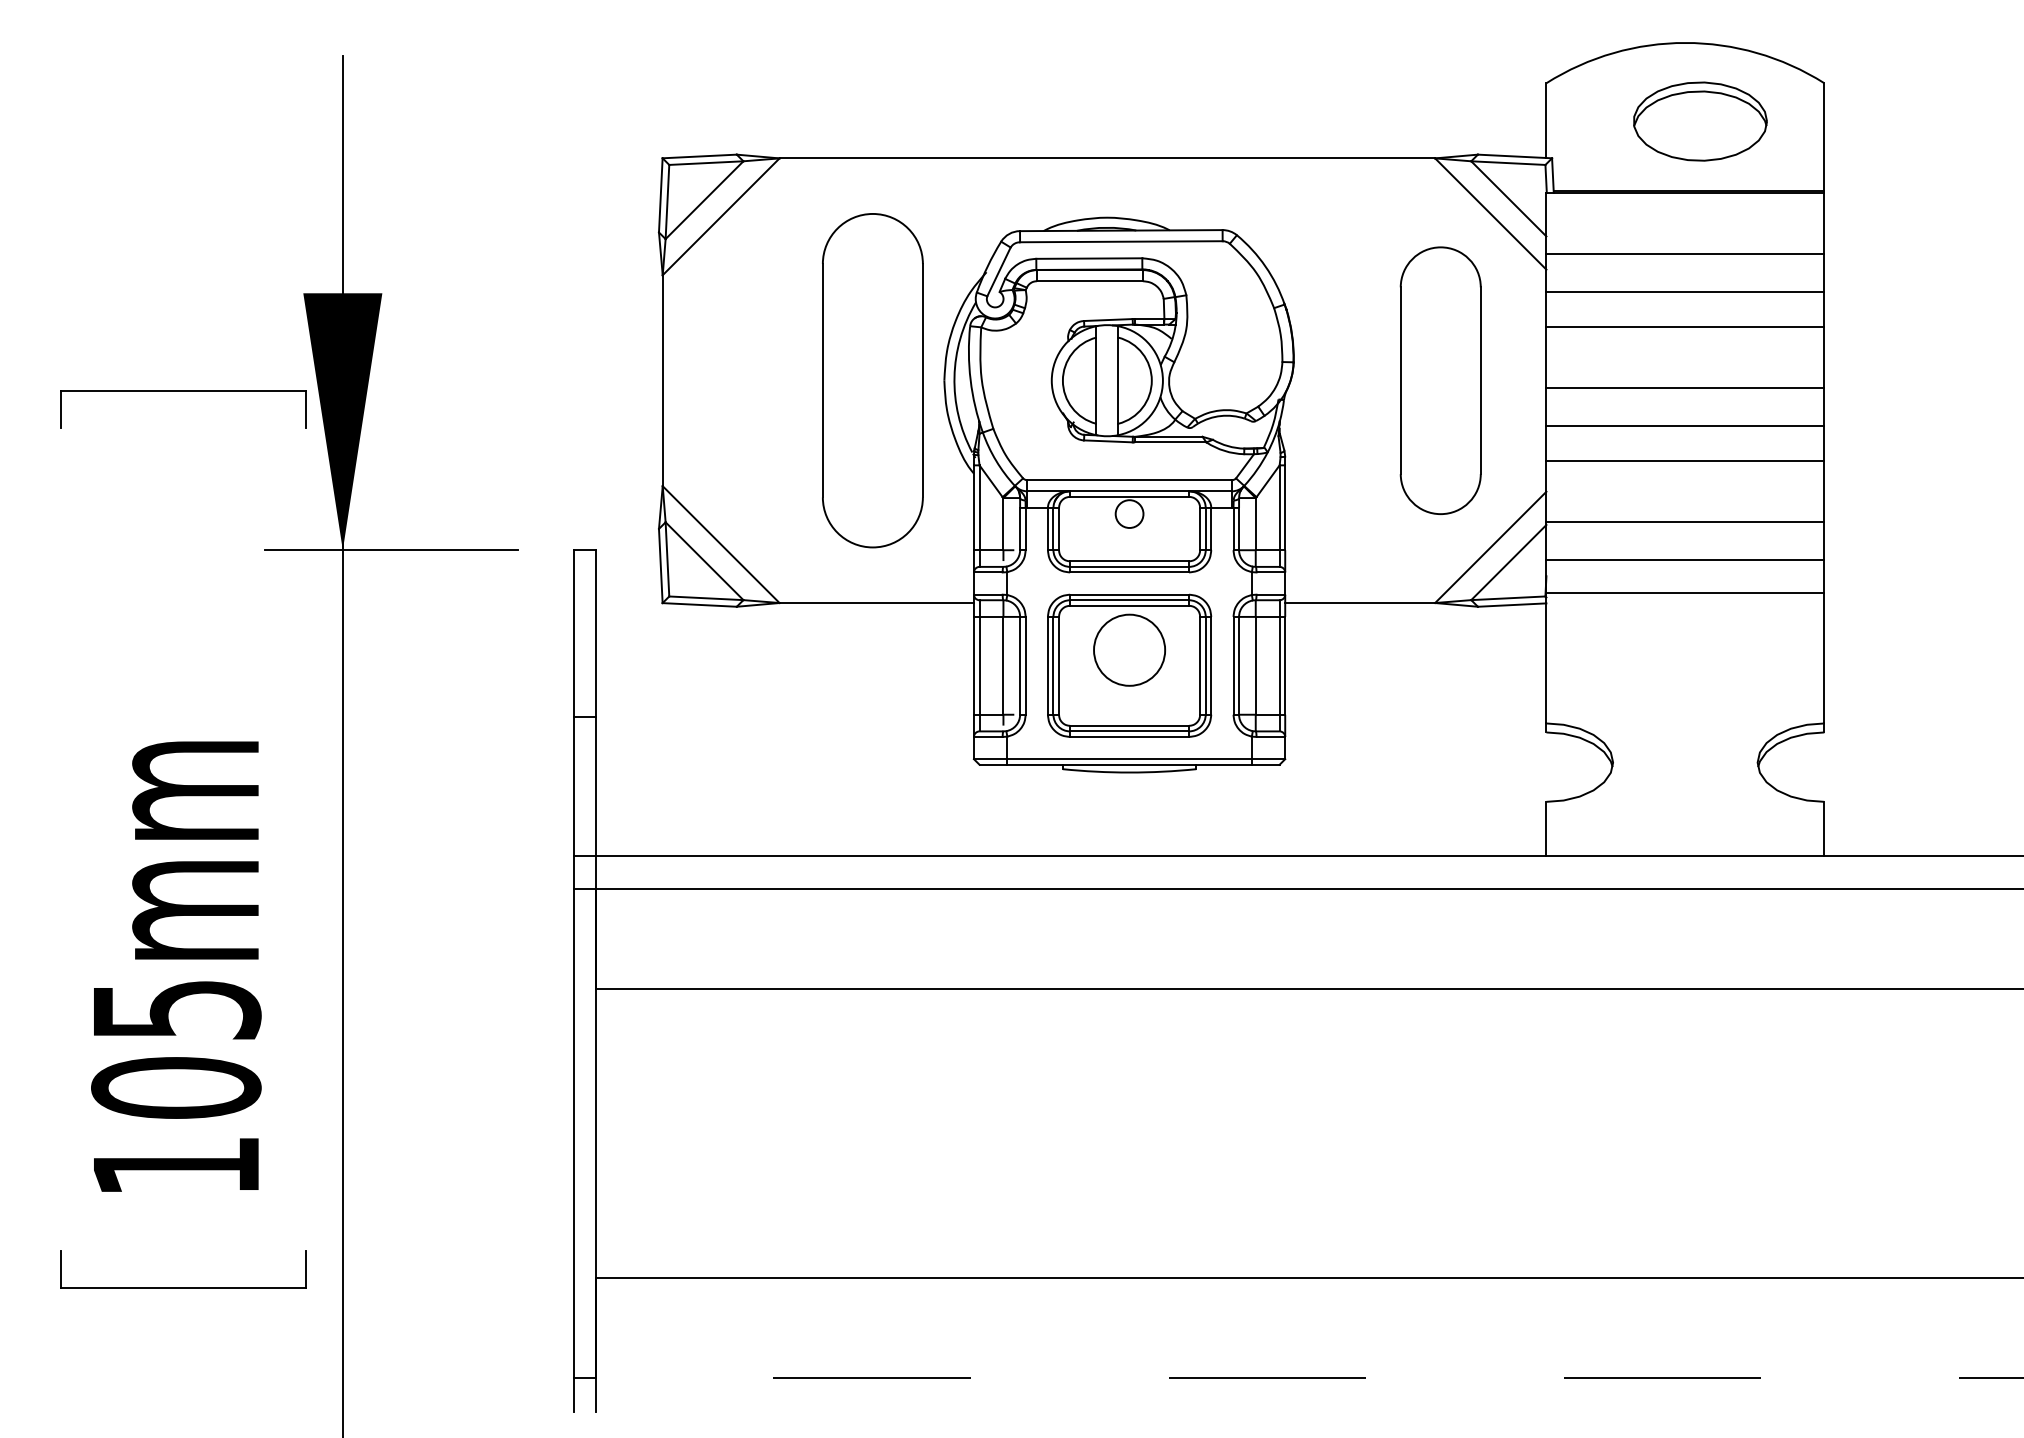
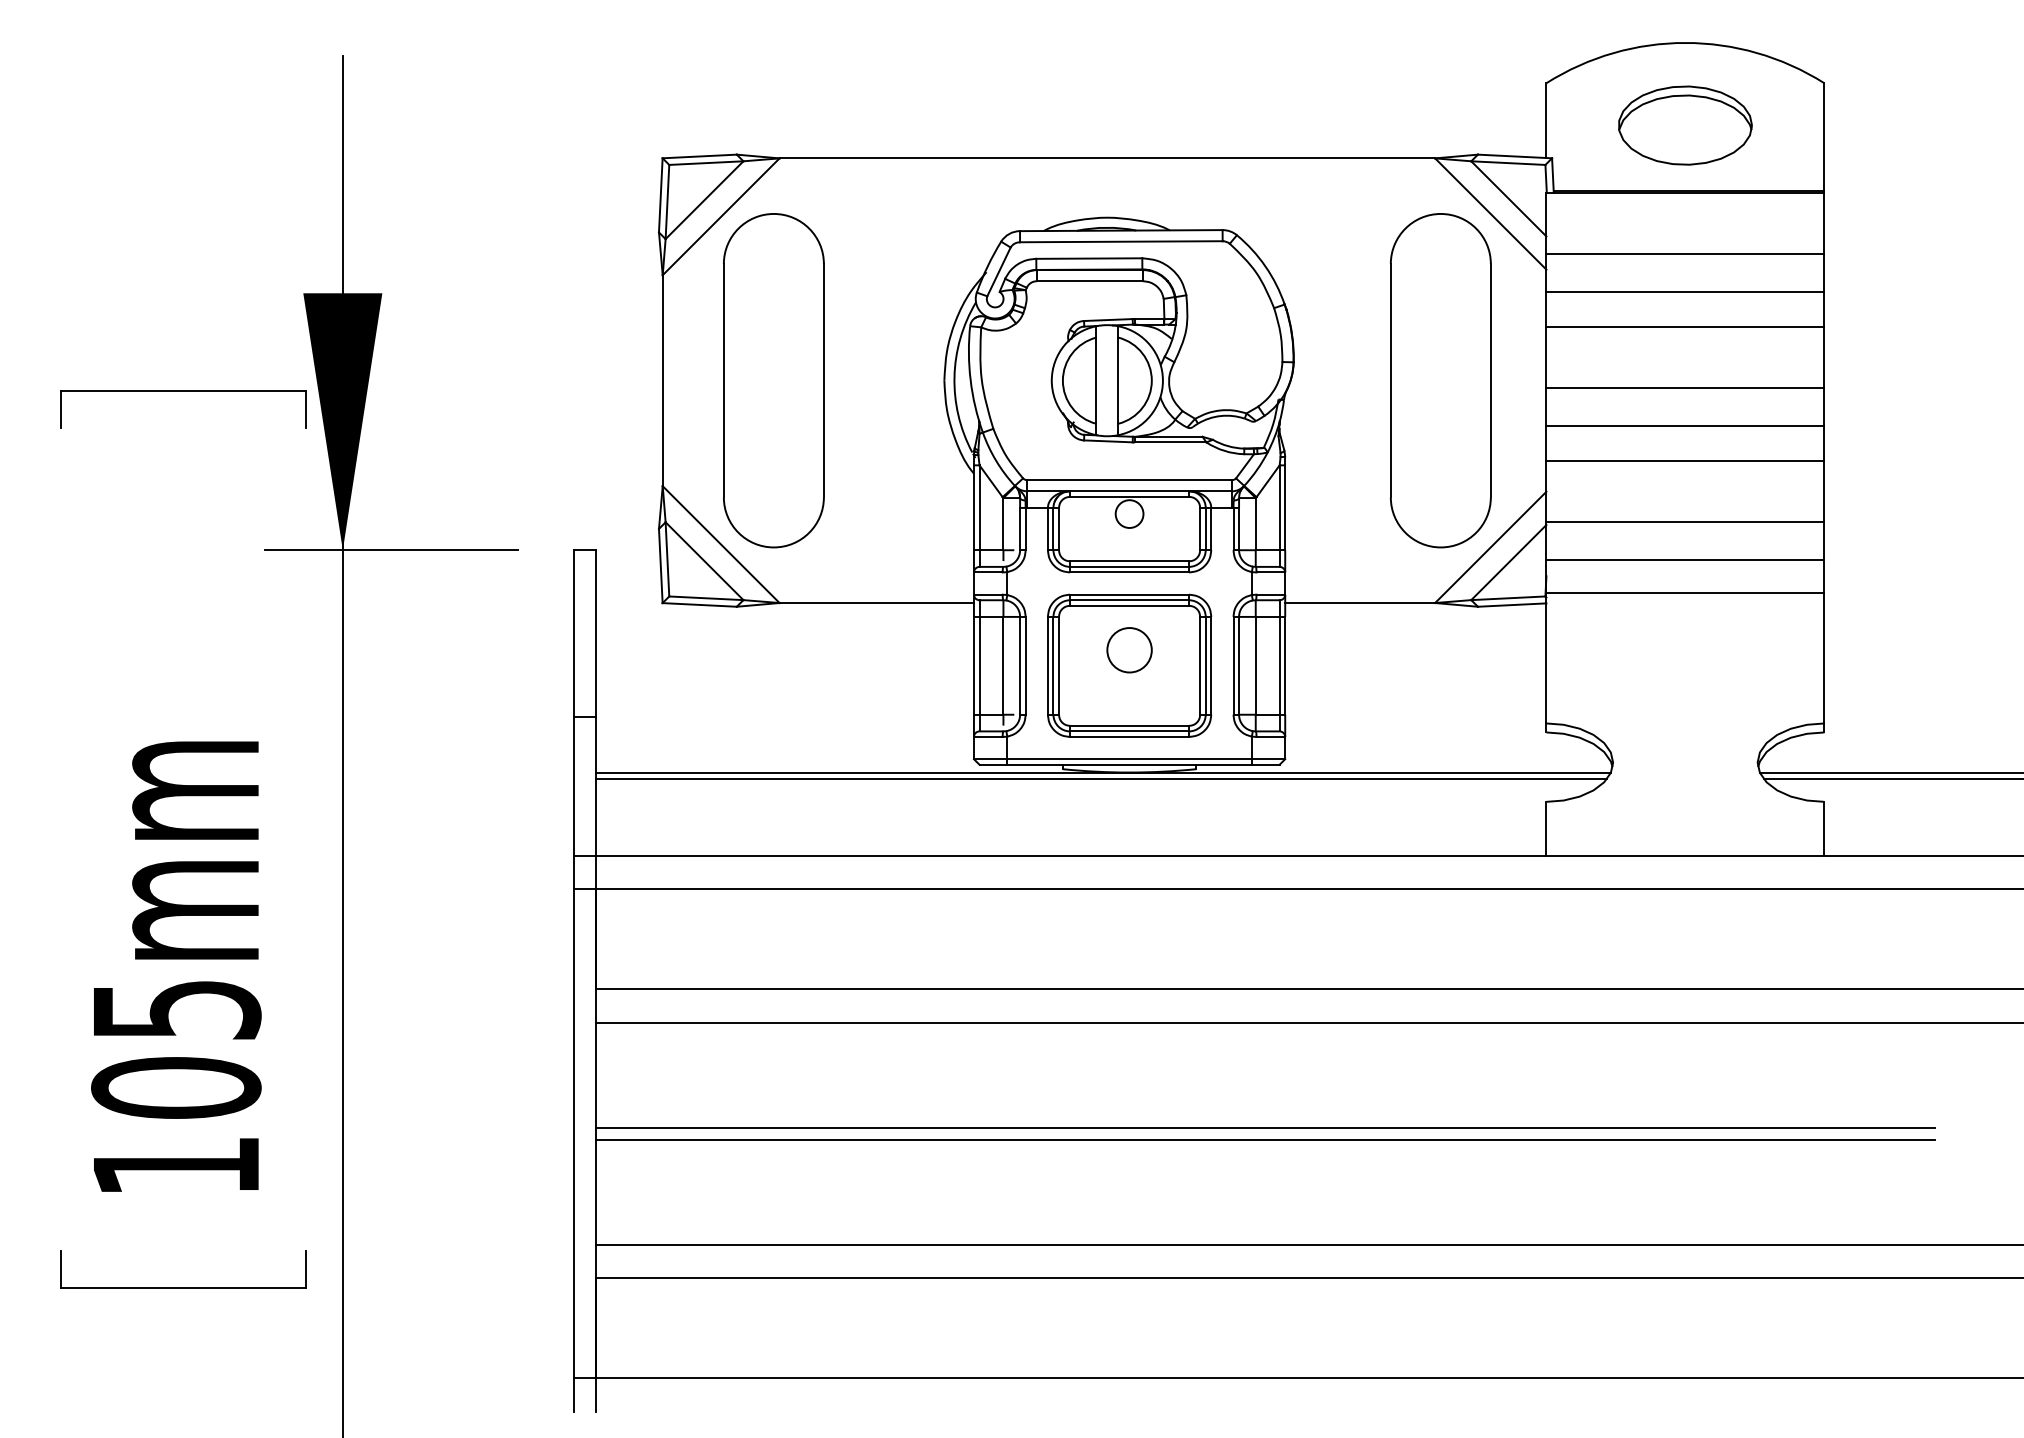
part at (1700, 121) position: (1700, 121) -> (1685, 125)
part at (872, 380) position: (872, 380) -> (773, 380)
part at (1440, 380) size: 83x269 px -> 103x336 px
circle at (1129, 649) diameter: 71 px -> 44 px
line at (1103, 772): none -> present
line at (1889, 772): none -> present
line at (1101, 778): none -> present
line at (1891, 778): none -> present
line at (1308, 1022): none -> present
line at (1265, 1127): none -> present
line at (1265, 1139): none -> present
line at (1308, 1244): none -> present
line at (1309, 1378): dashed -> solid
